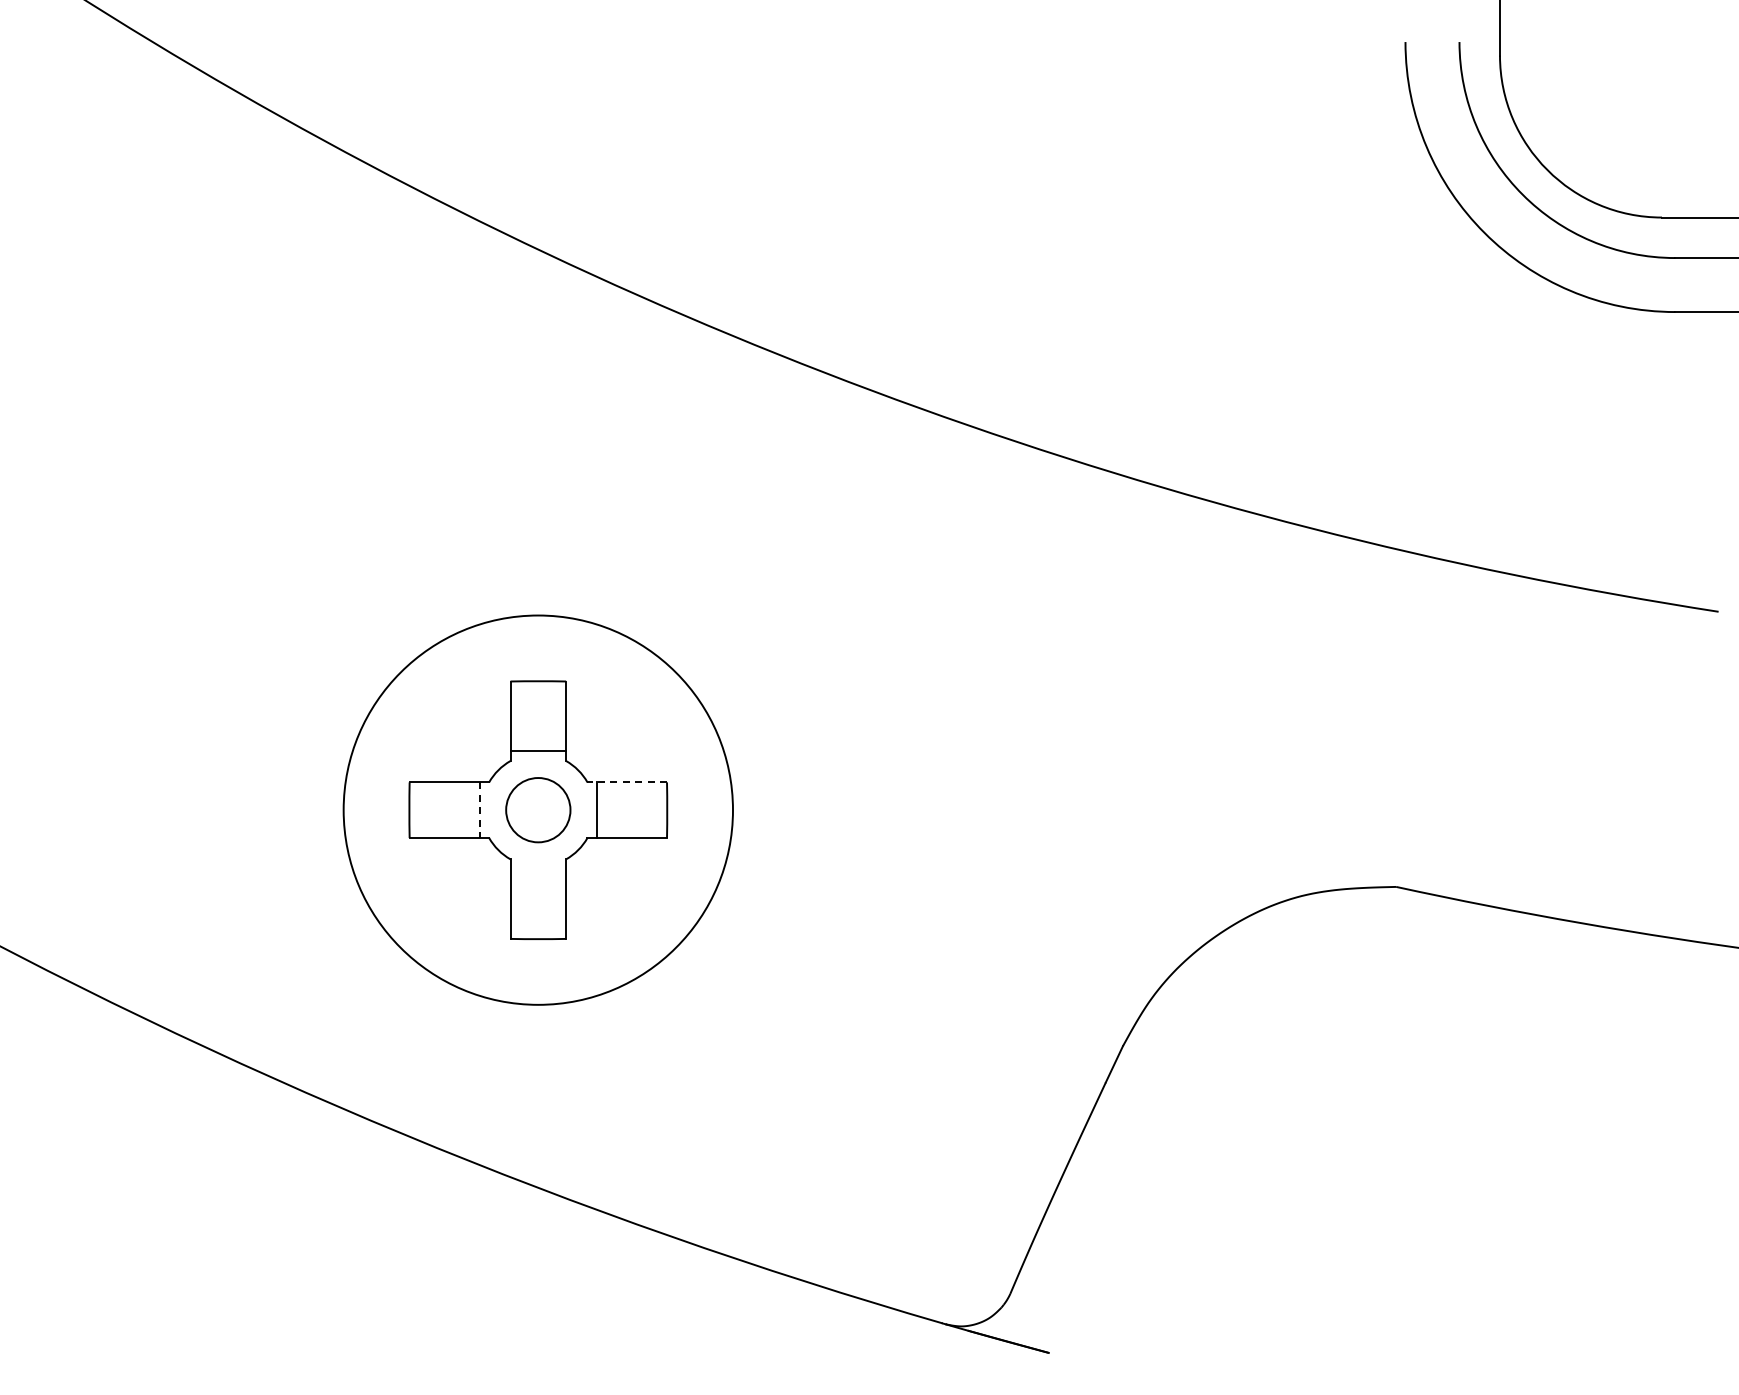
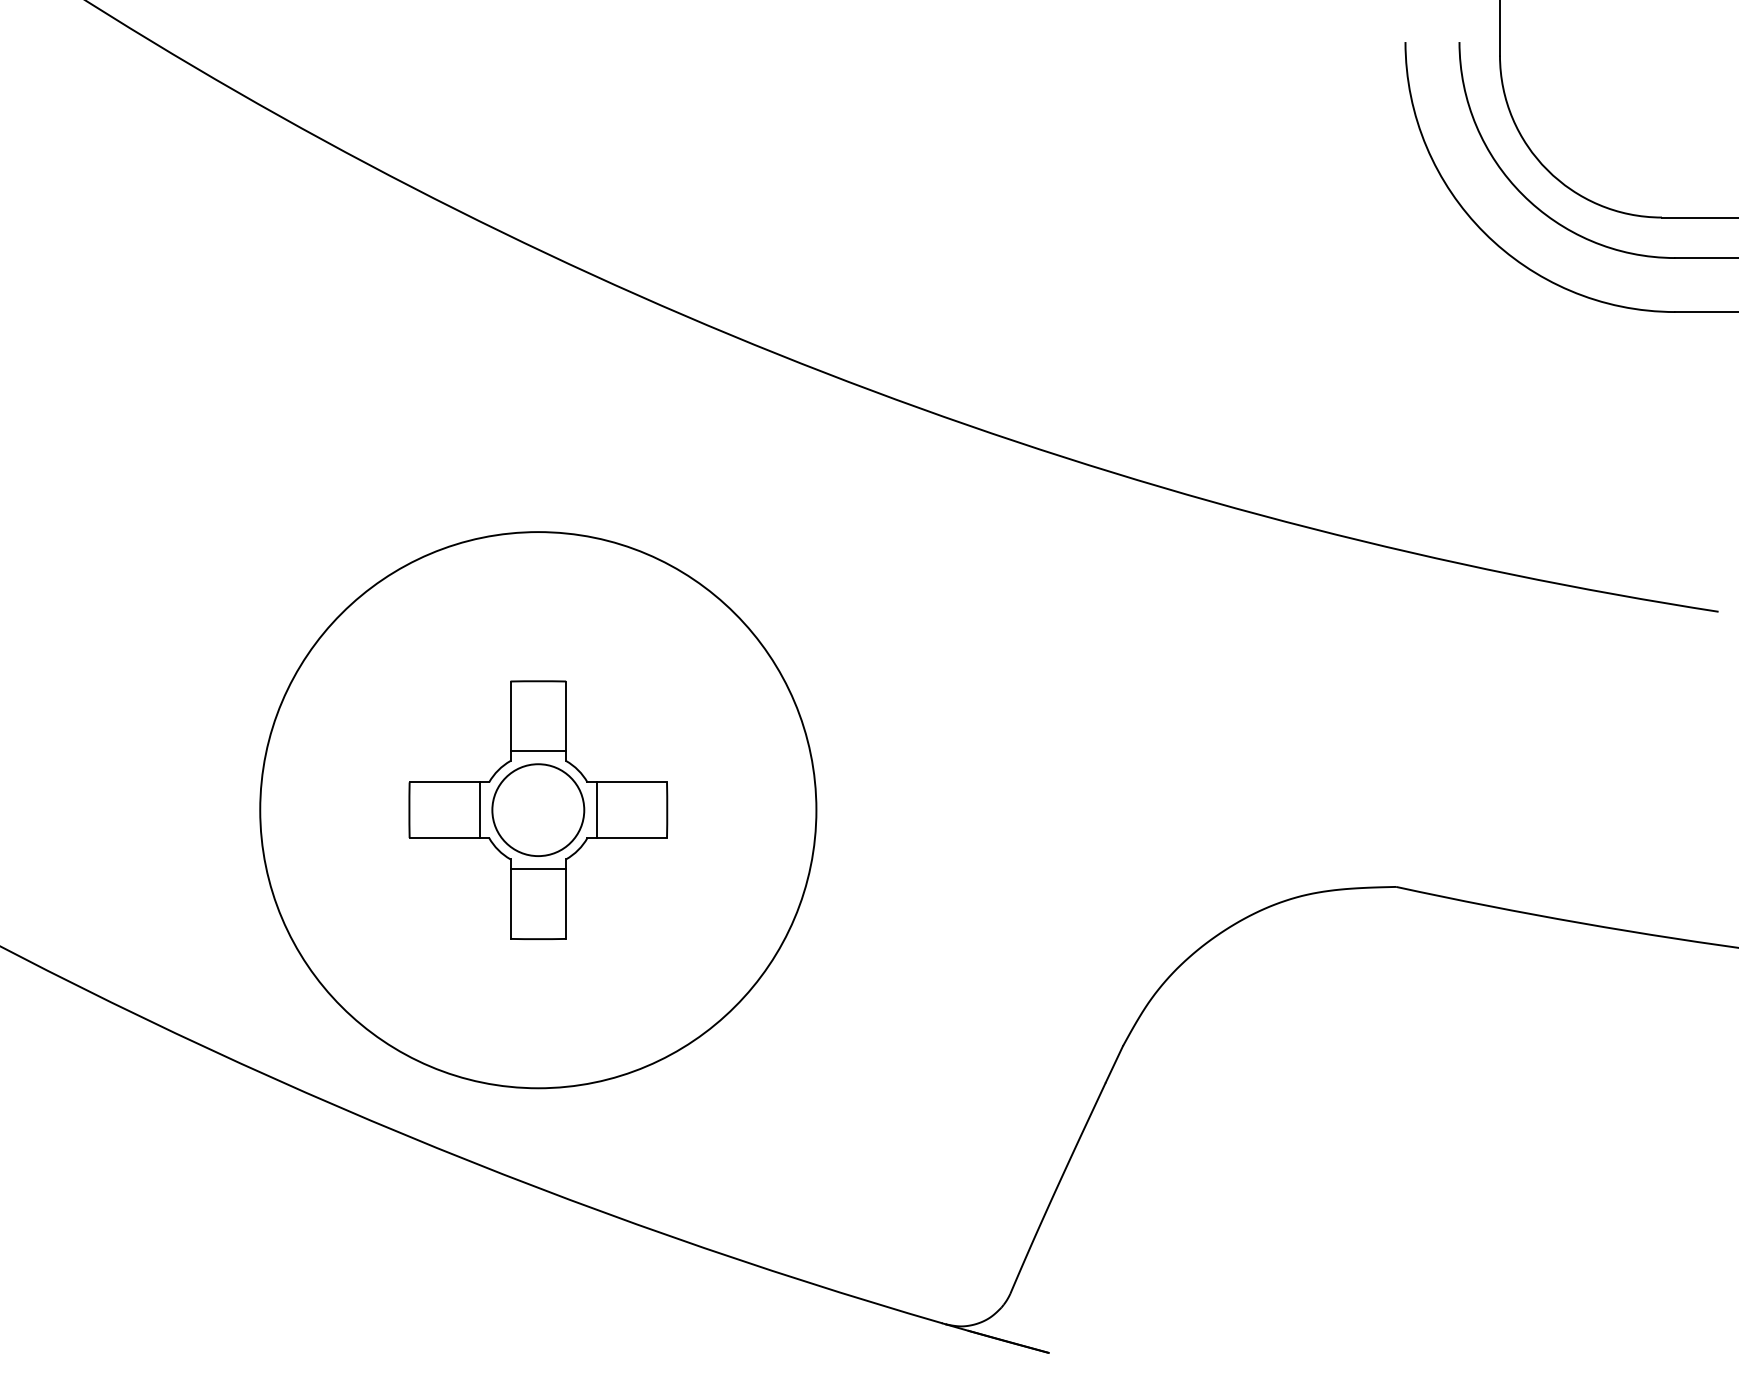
line at (627, 782): dashed -> solid
circle at (537, 809) diameter: 389 px -> 556 px
line at (479, 810): dashed -> solid
circle at (538, 810) diameter: 64 px -> 92 px
line at (538, 869): none -> present
